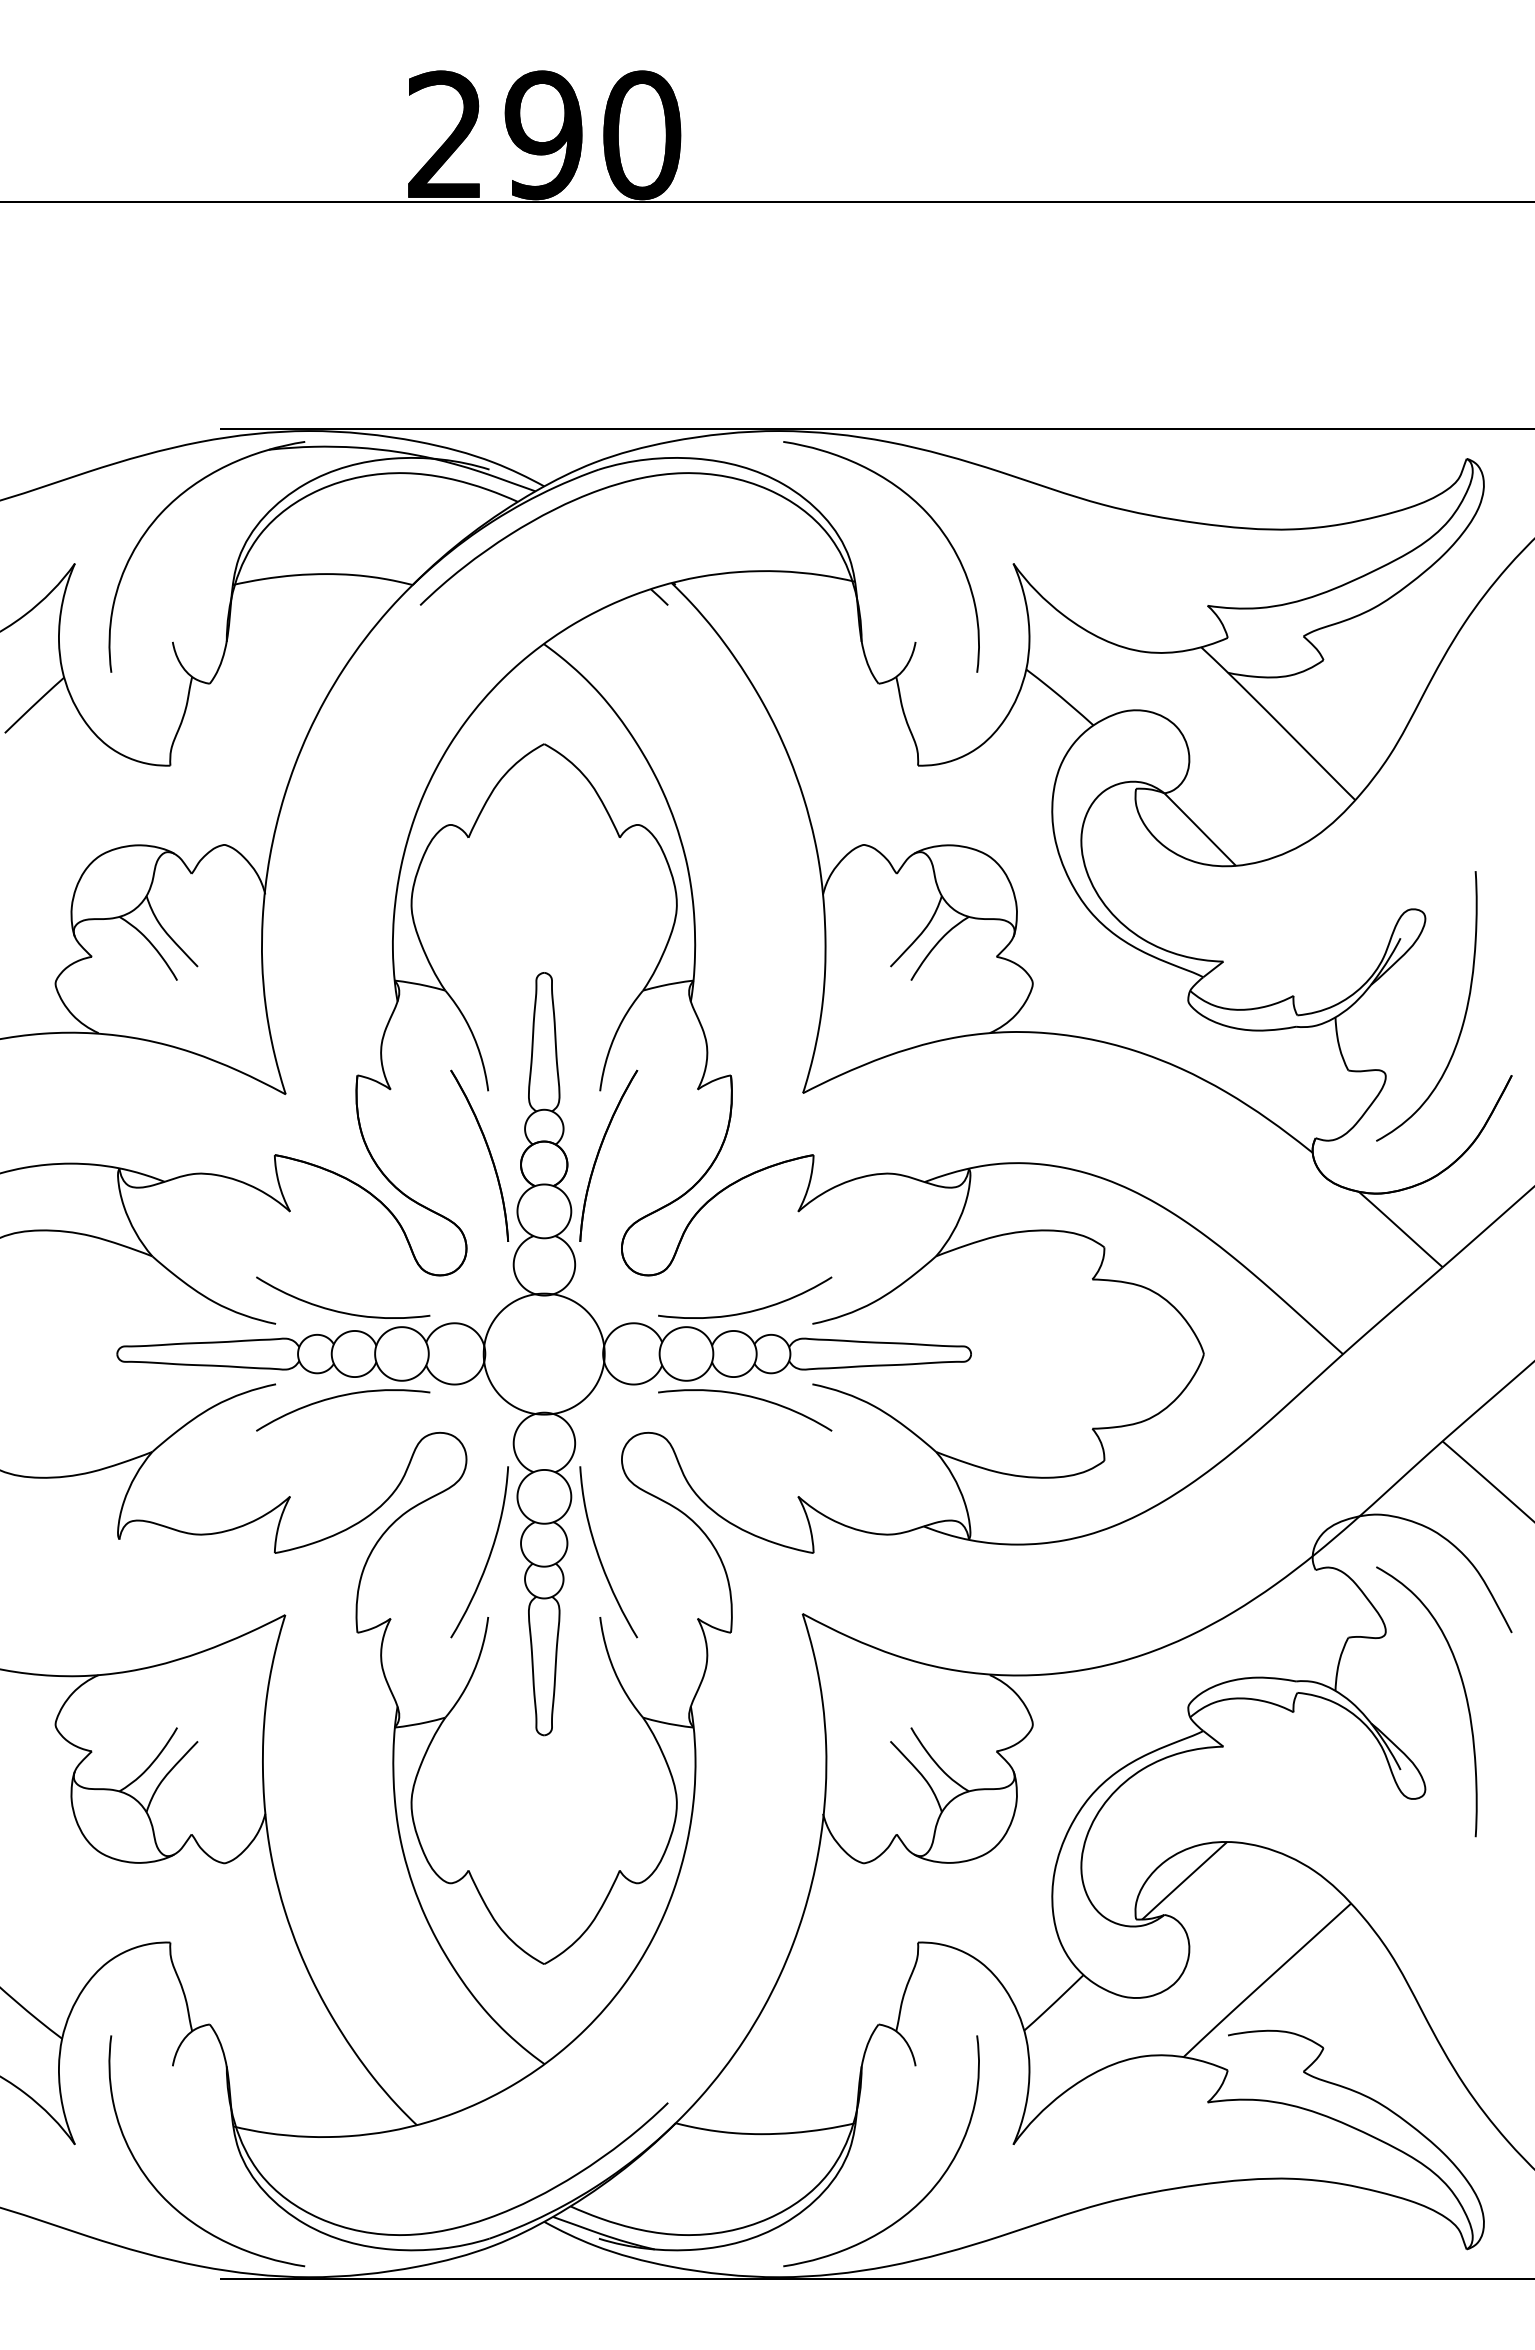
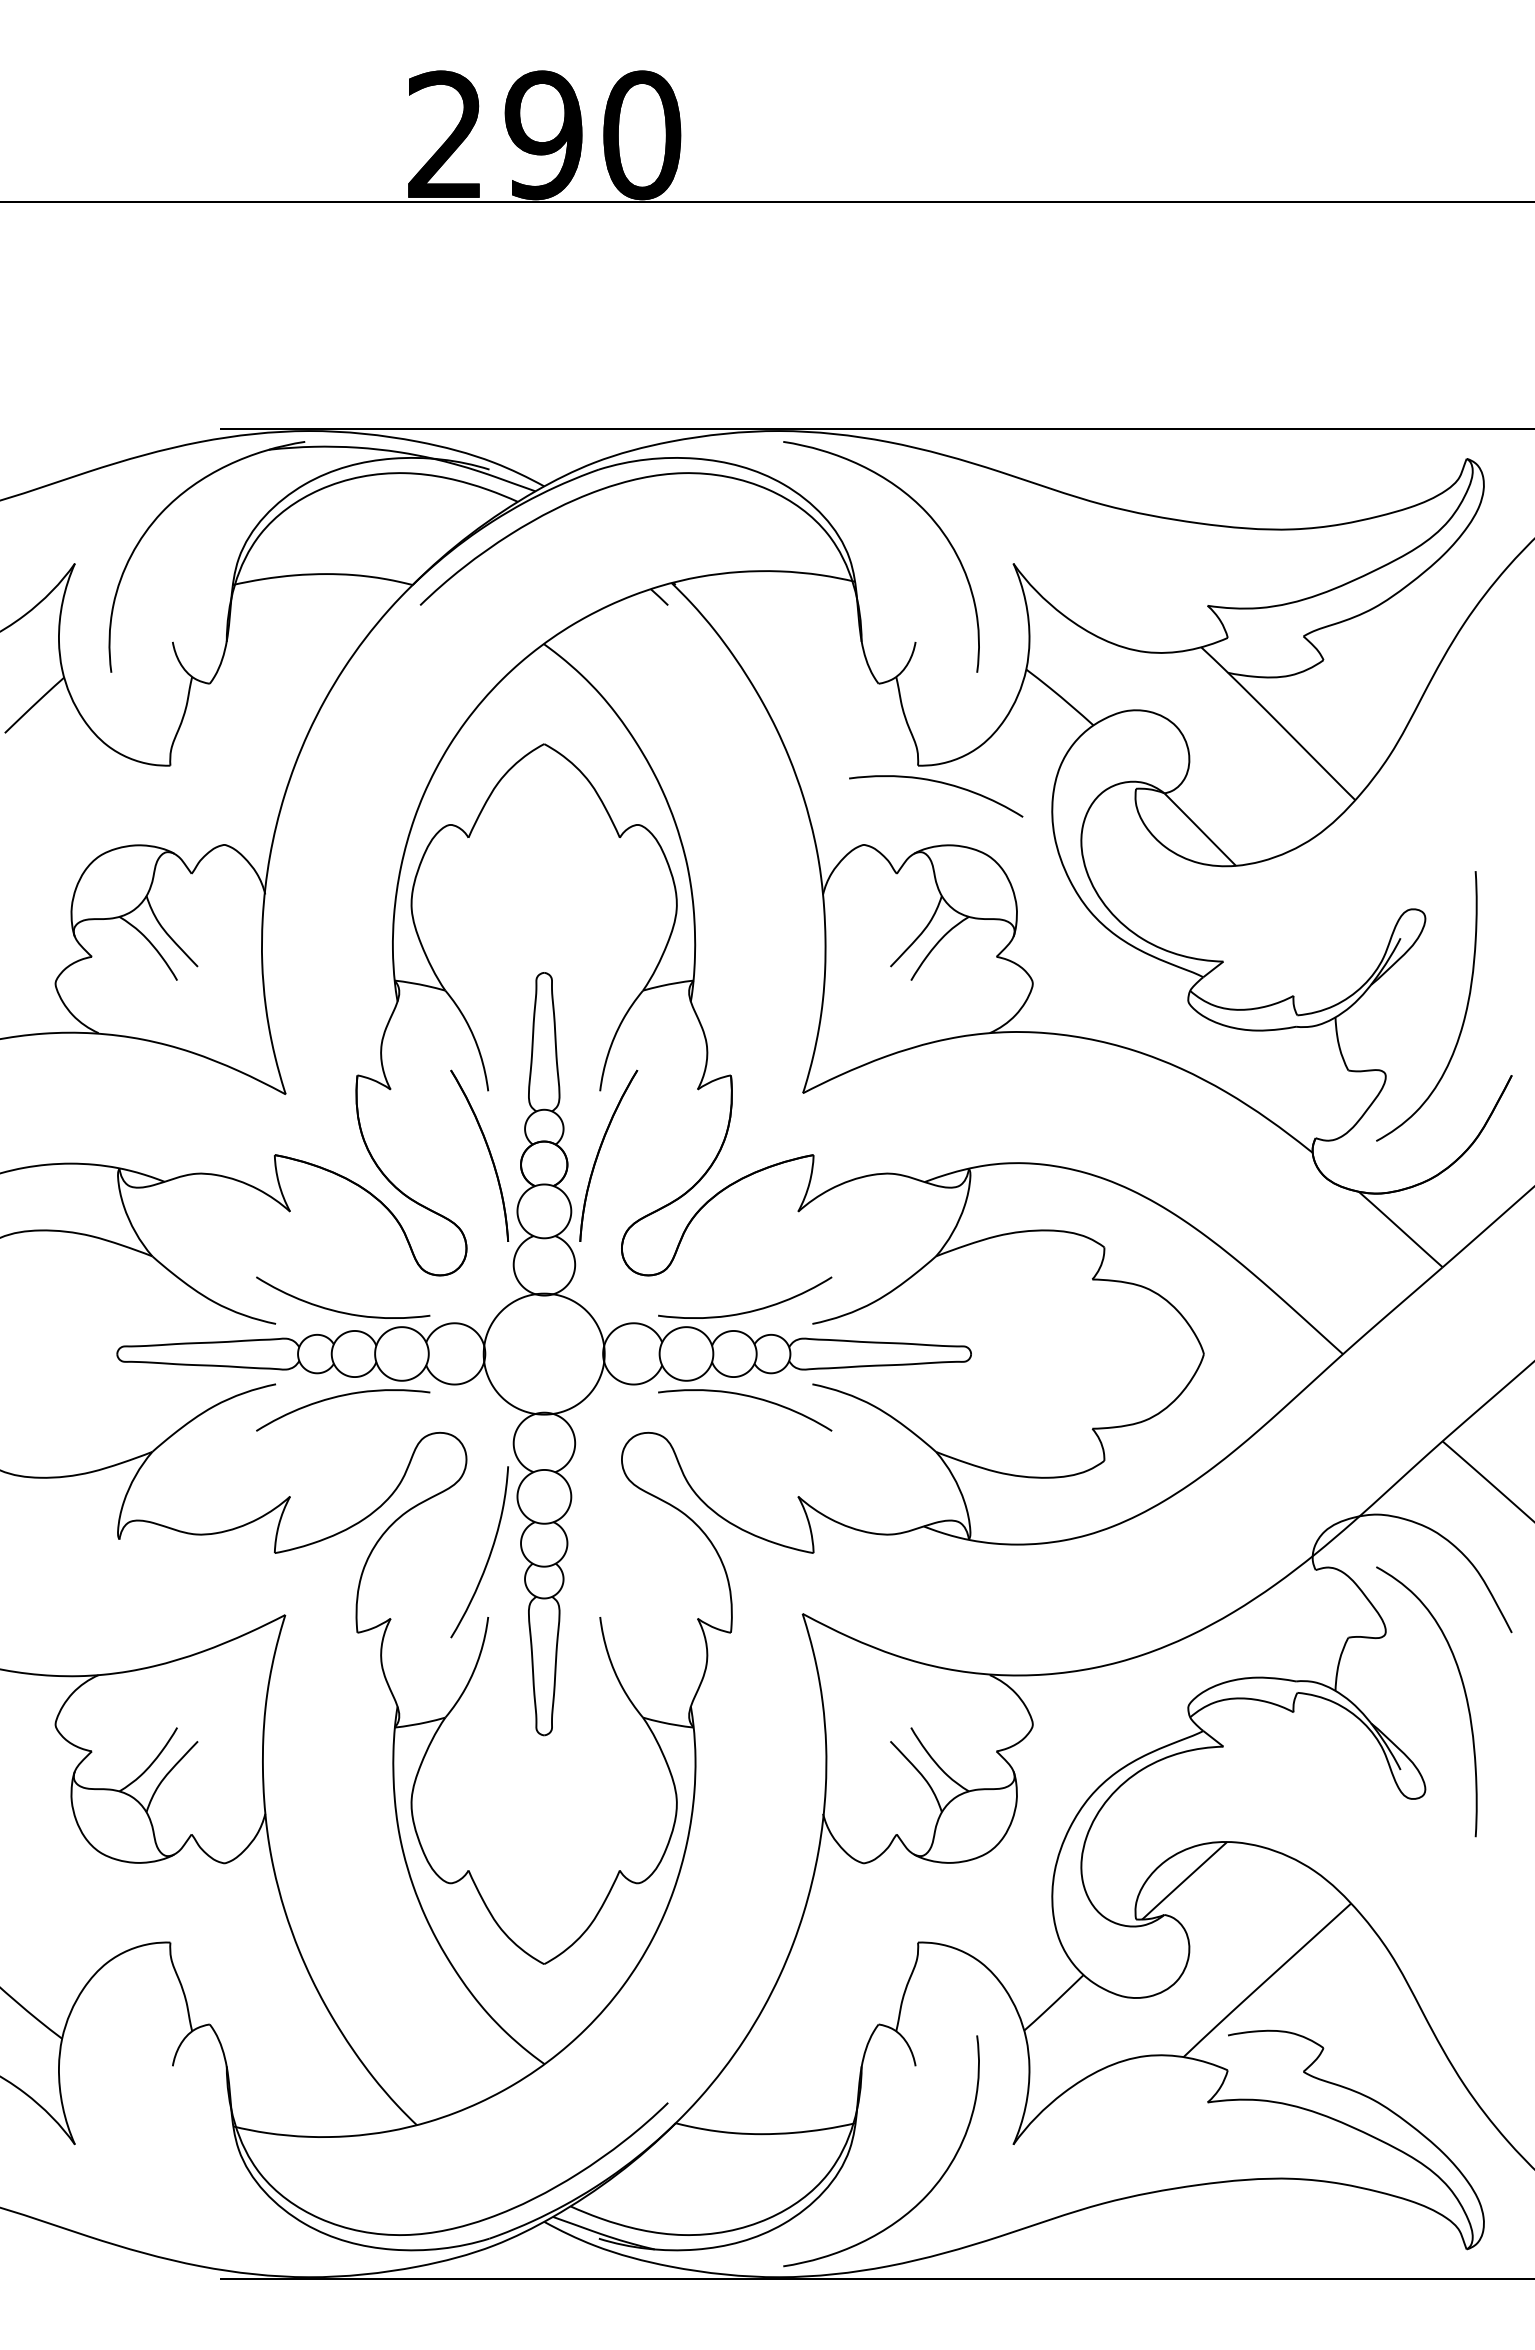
curve at (940, 783): none -> present
curve at (599, 1554): present -> none
curve at (161, 2193): present -> none
